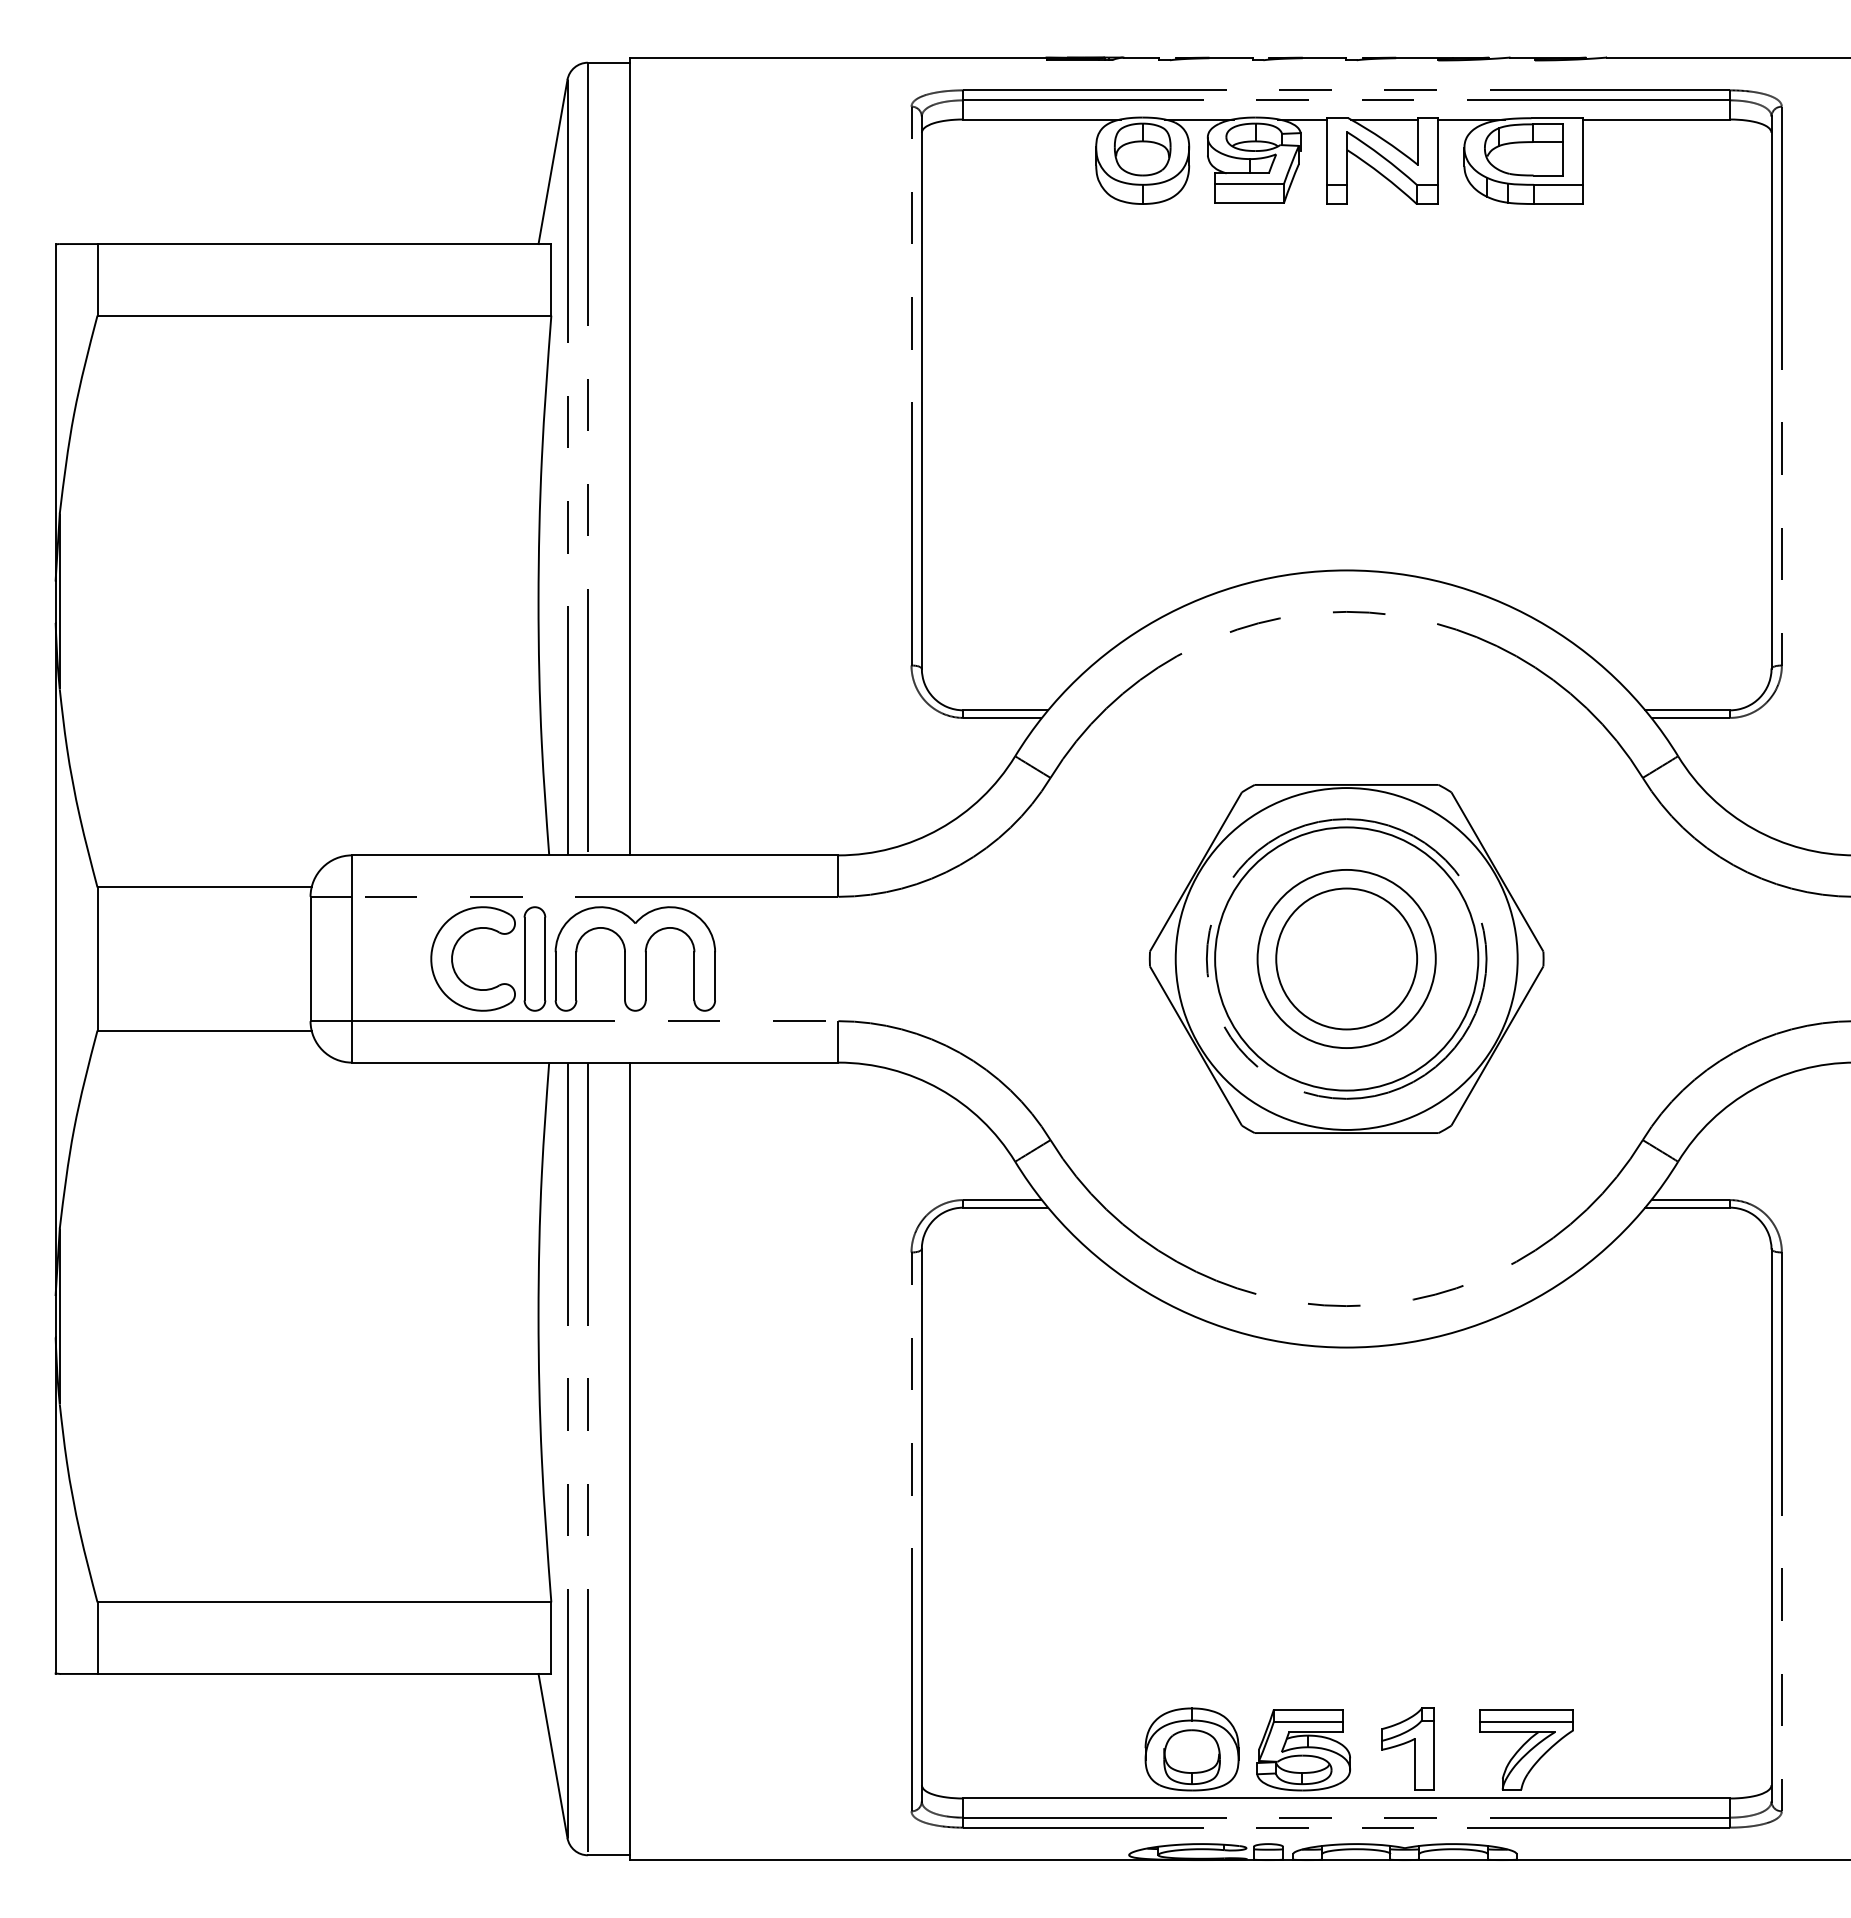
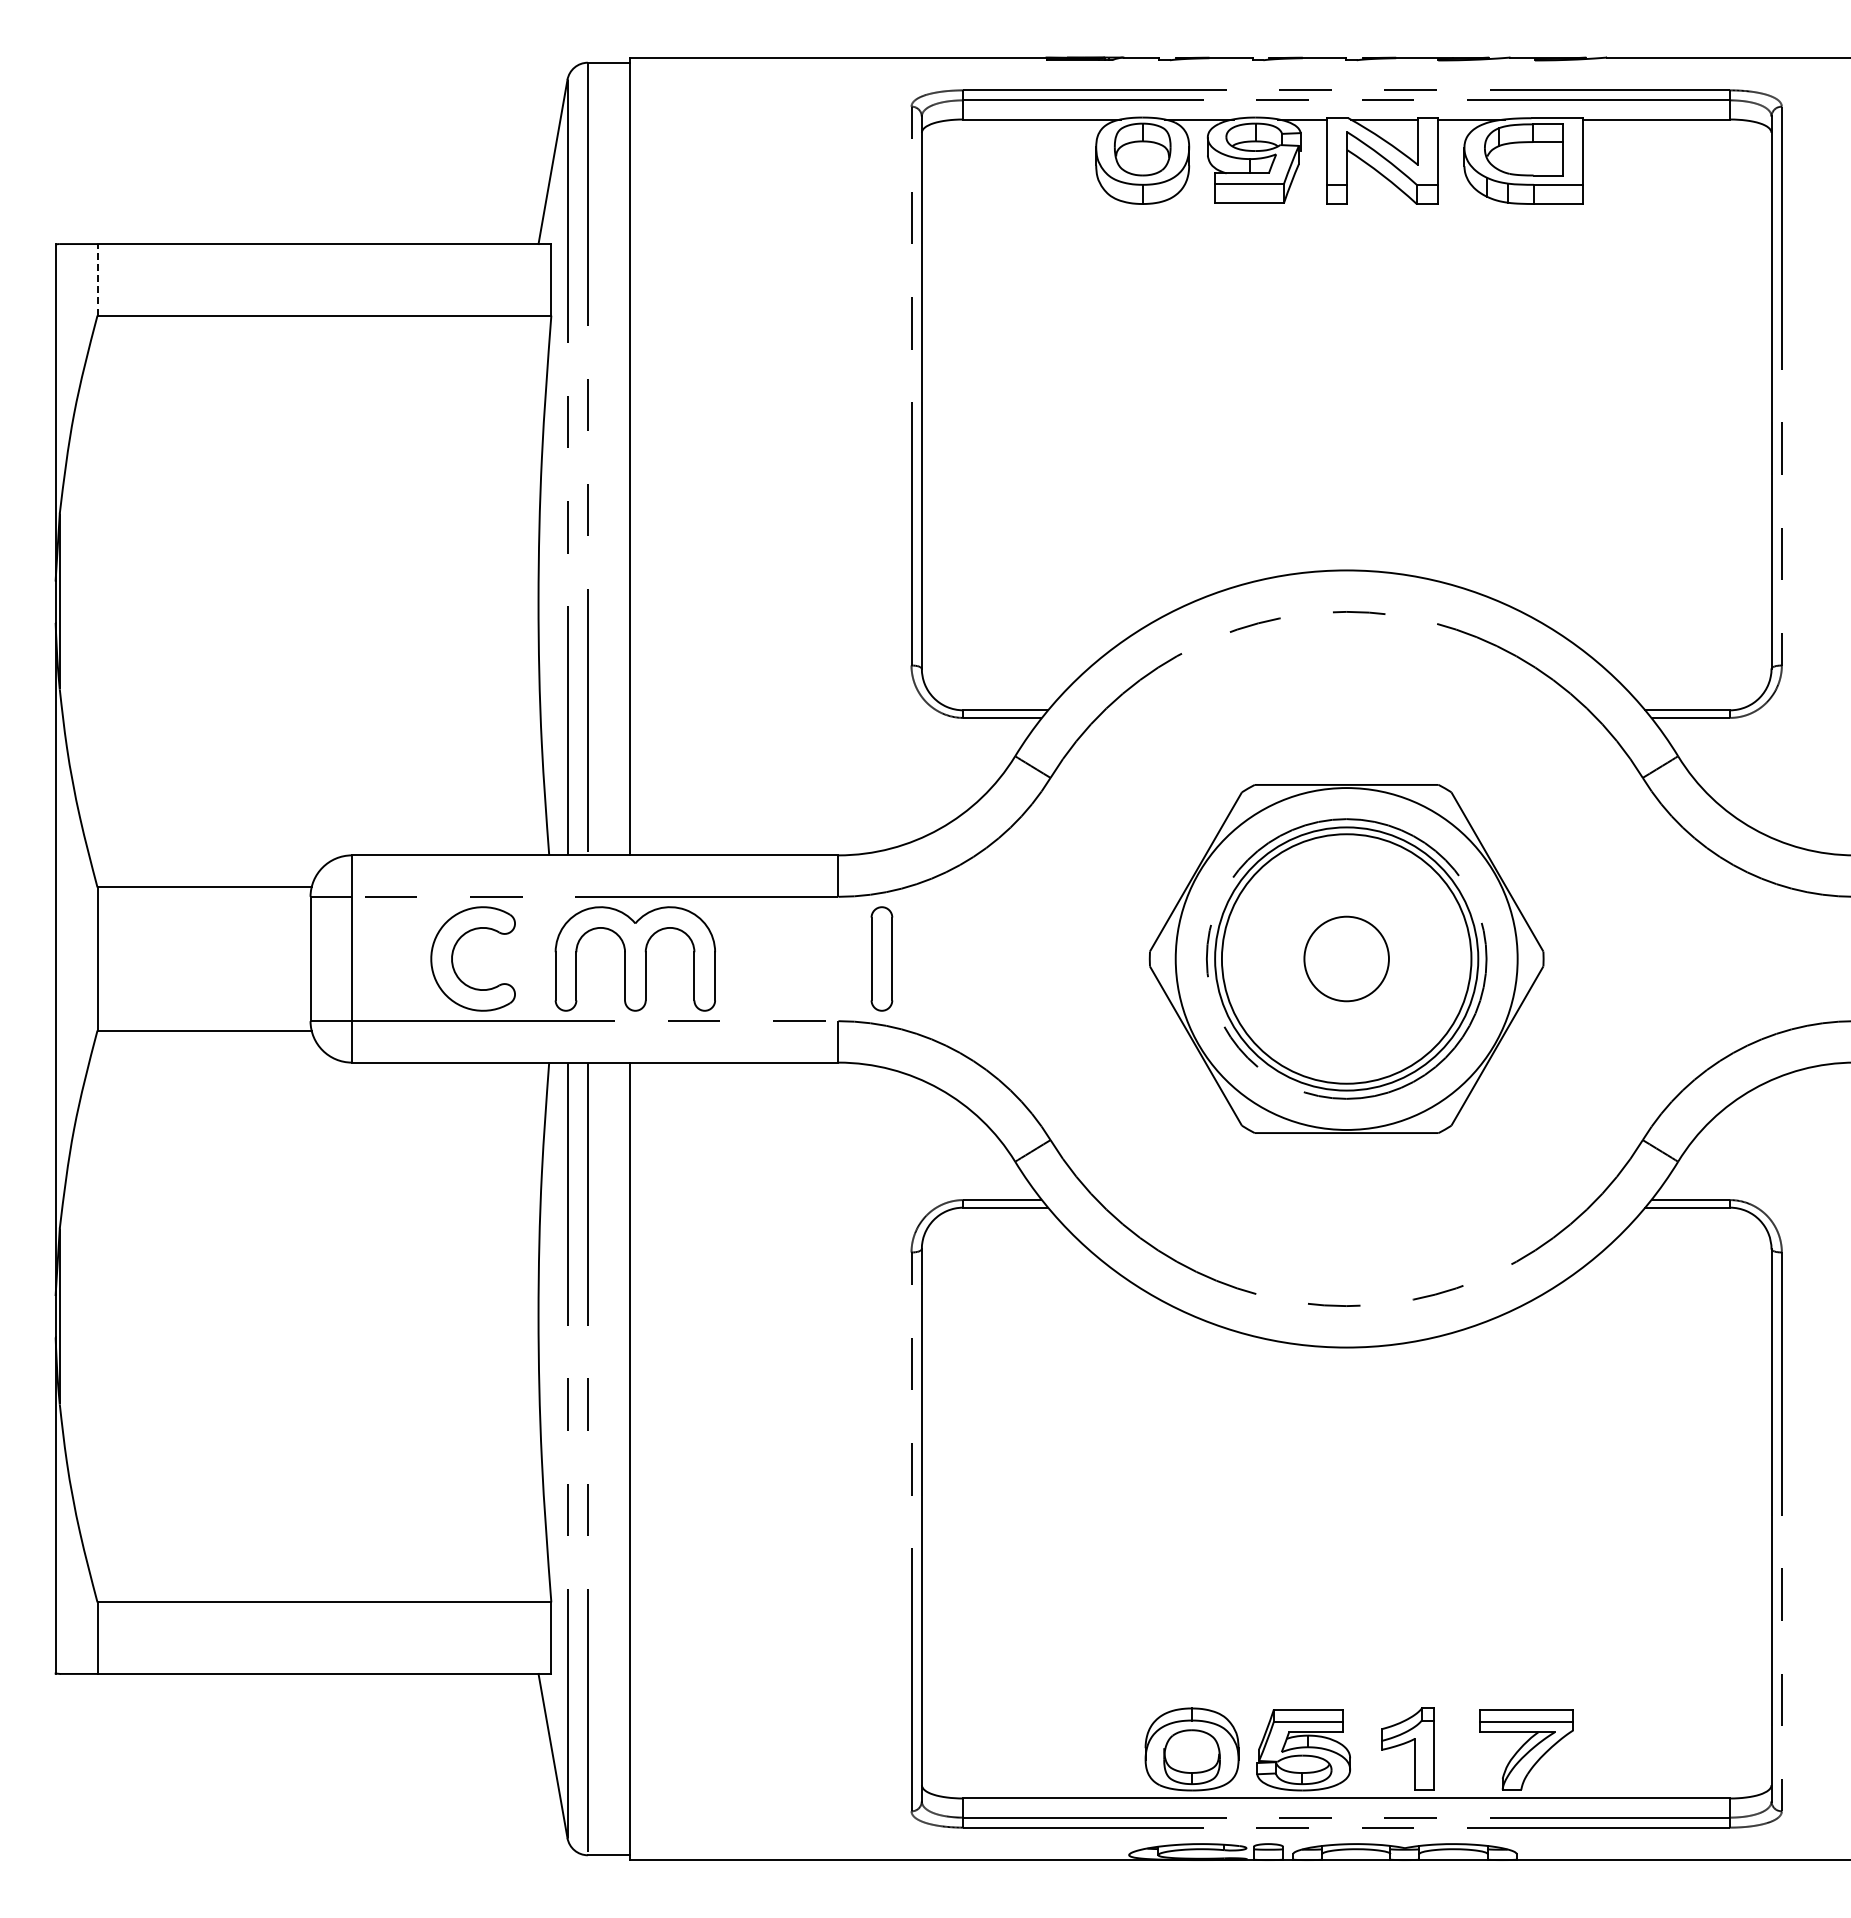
line at (97, 279): solid -> dashed
part at (534, 958) position: (534, 958) -> (881, 958)
circle at (1346, 958) diameter: 141 px -> 85 px
circle at (1346, 958) diameter: 178 px -> 250 px
